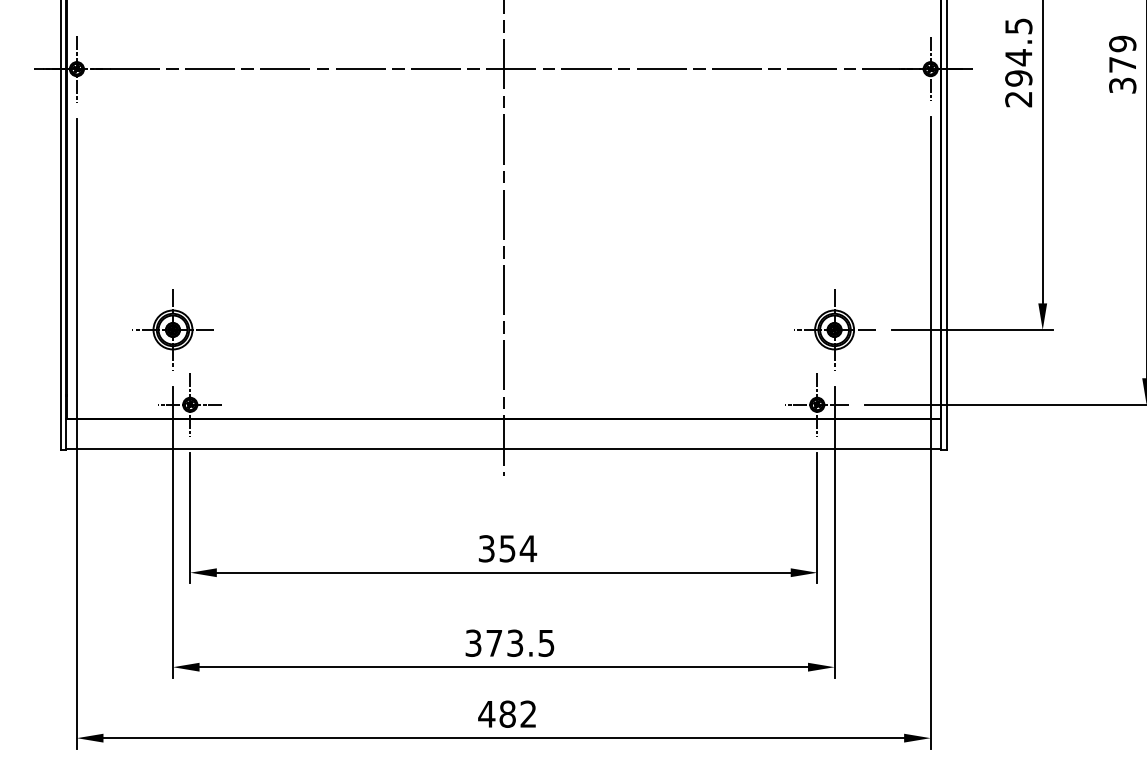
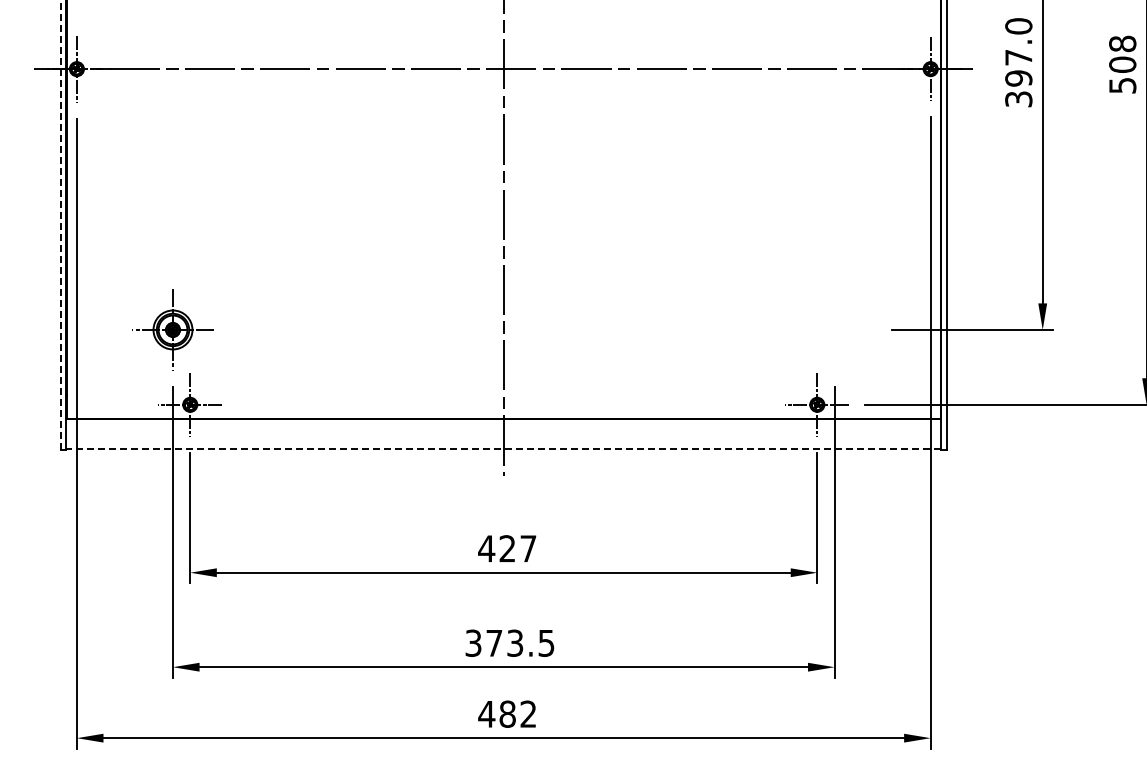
text at (1018, 62): 294.5 -> 397.0
text at (1122, 63): 379 -> 508
line at (60, 225): solid -> dashed
part at (834, 329): present -> none
line at (503, 449): solid -> dashed
text at (507, 548): 354 -> 427
